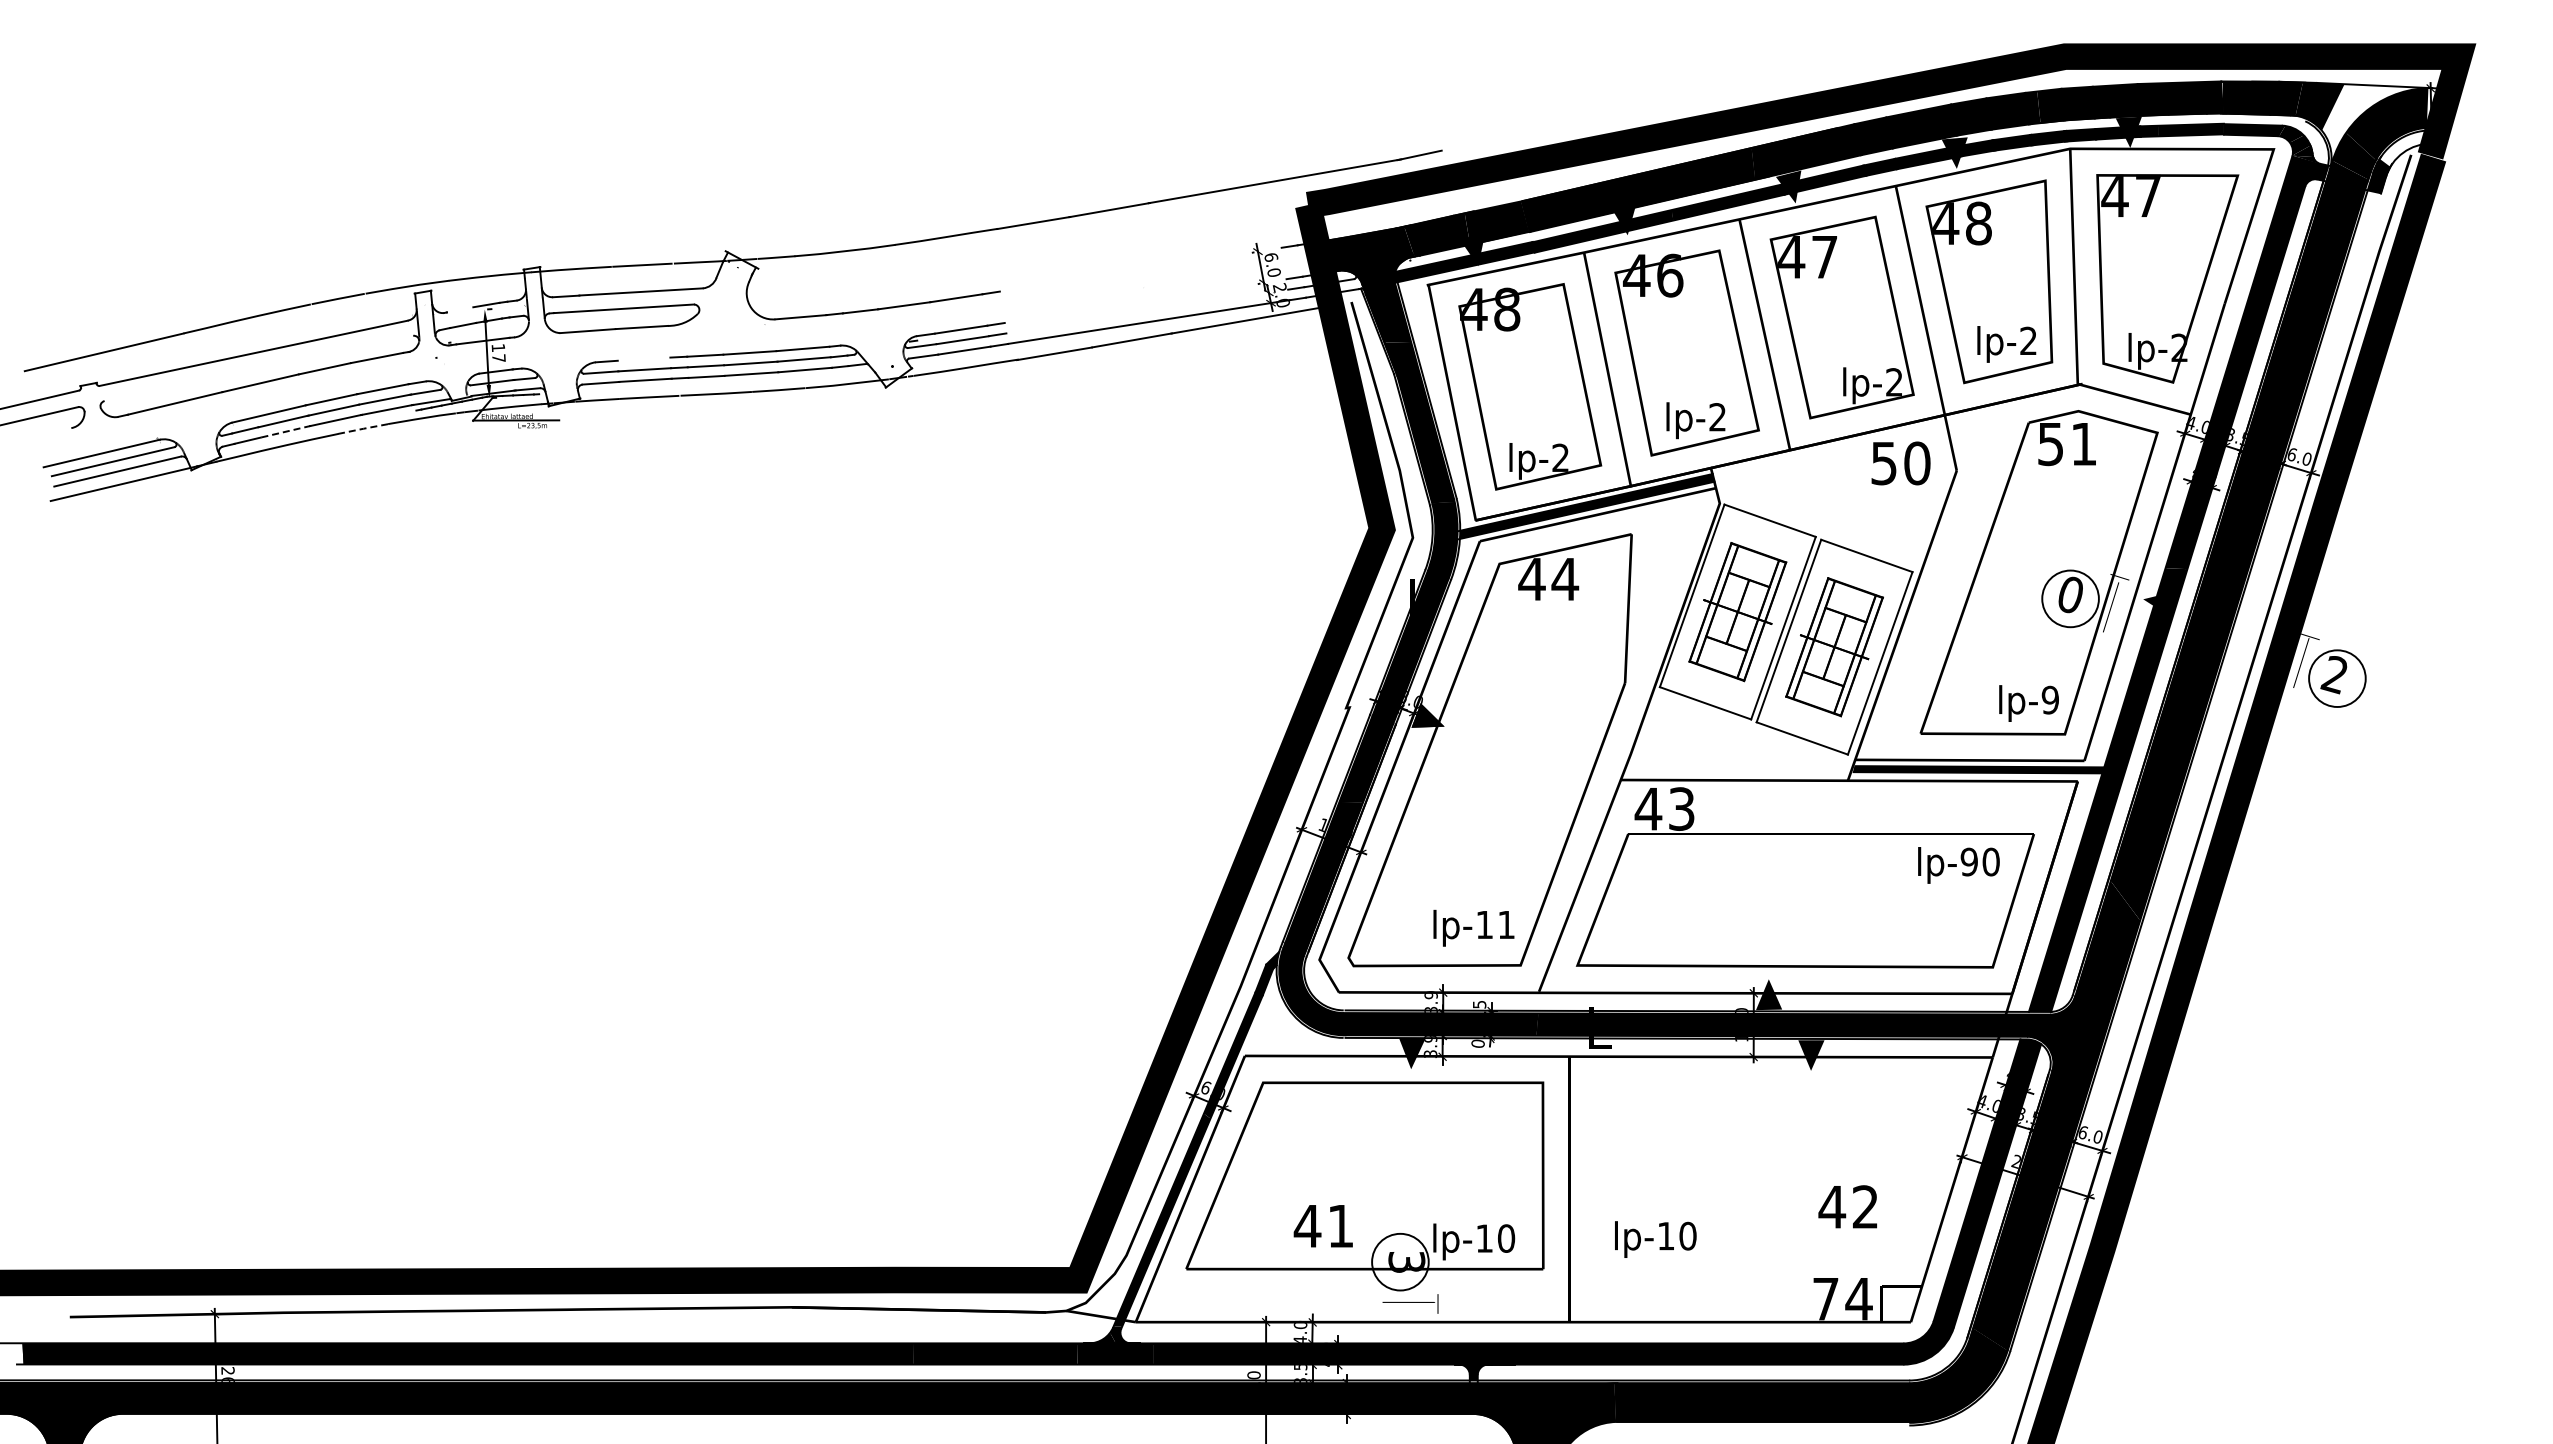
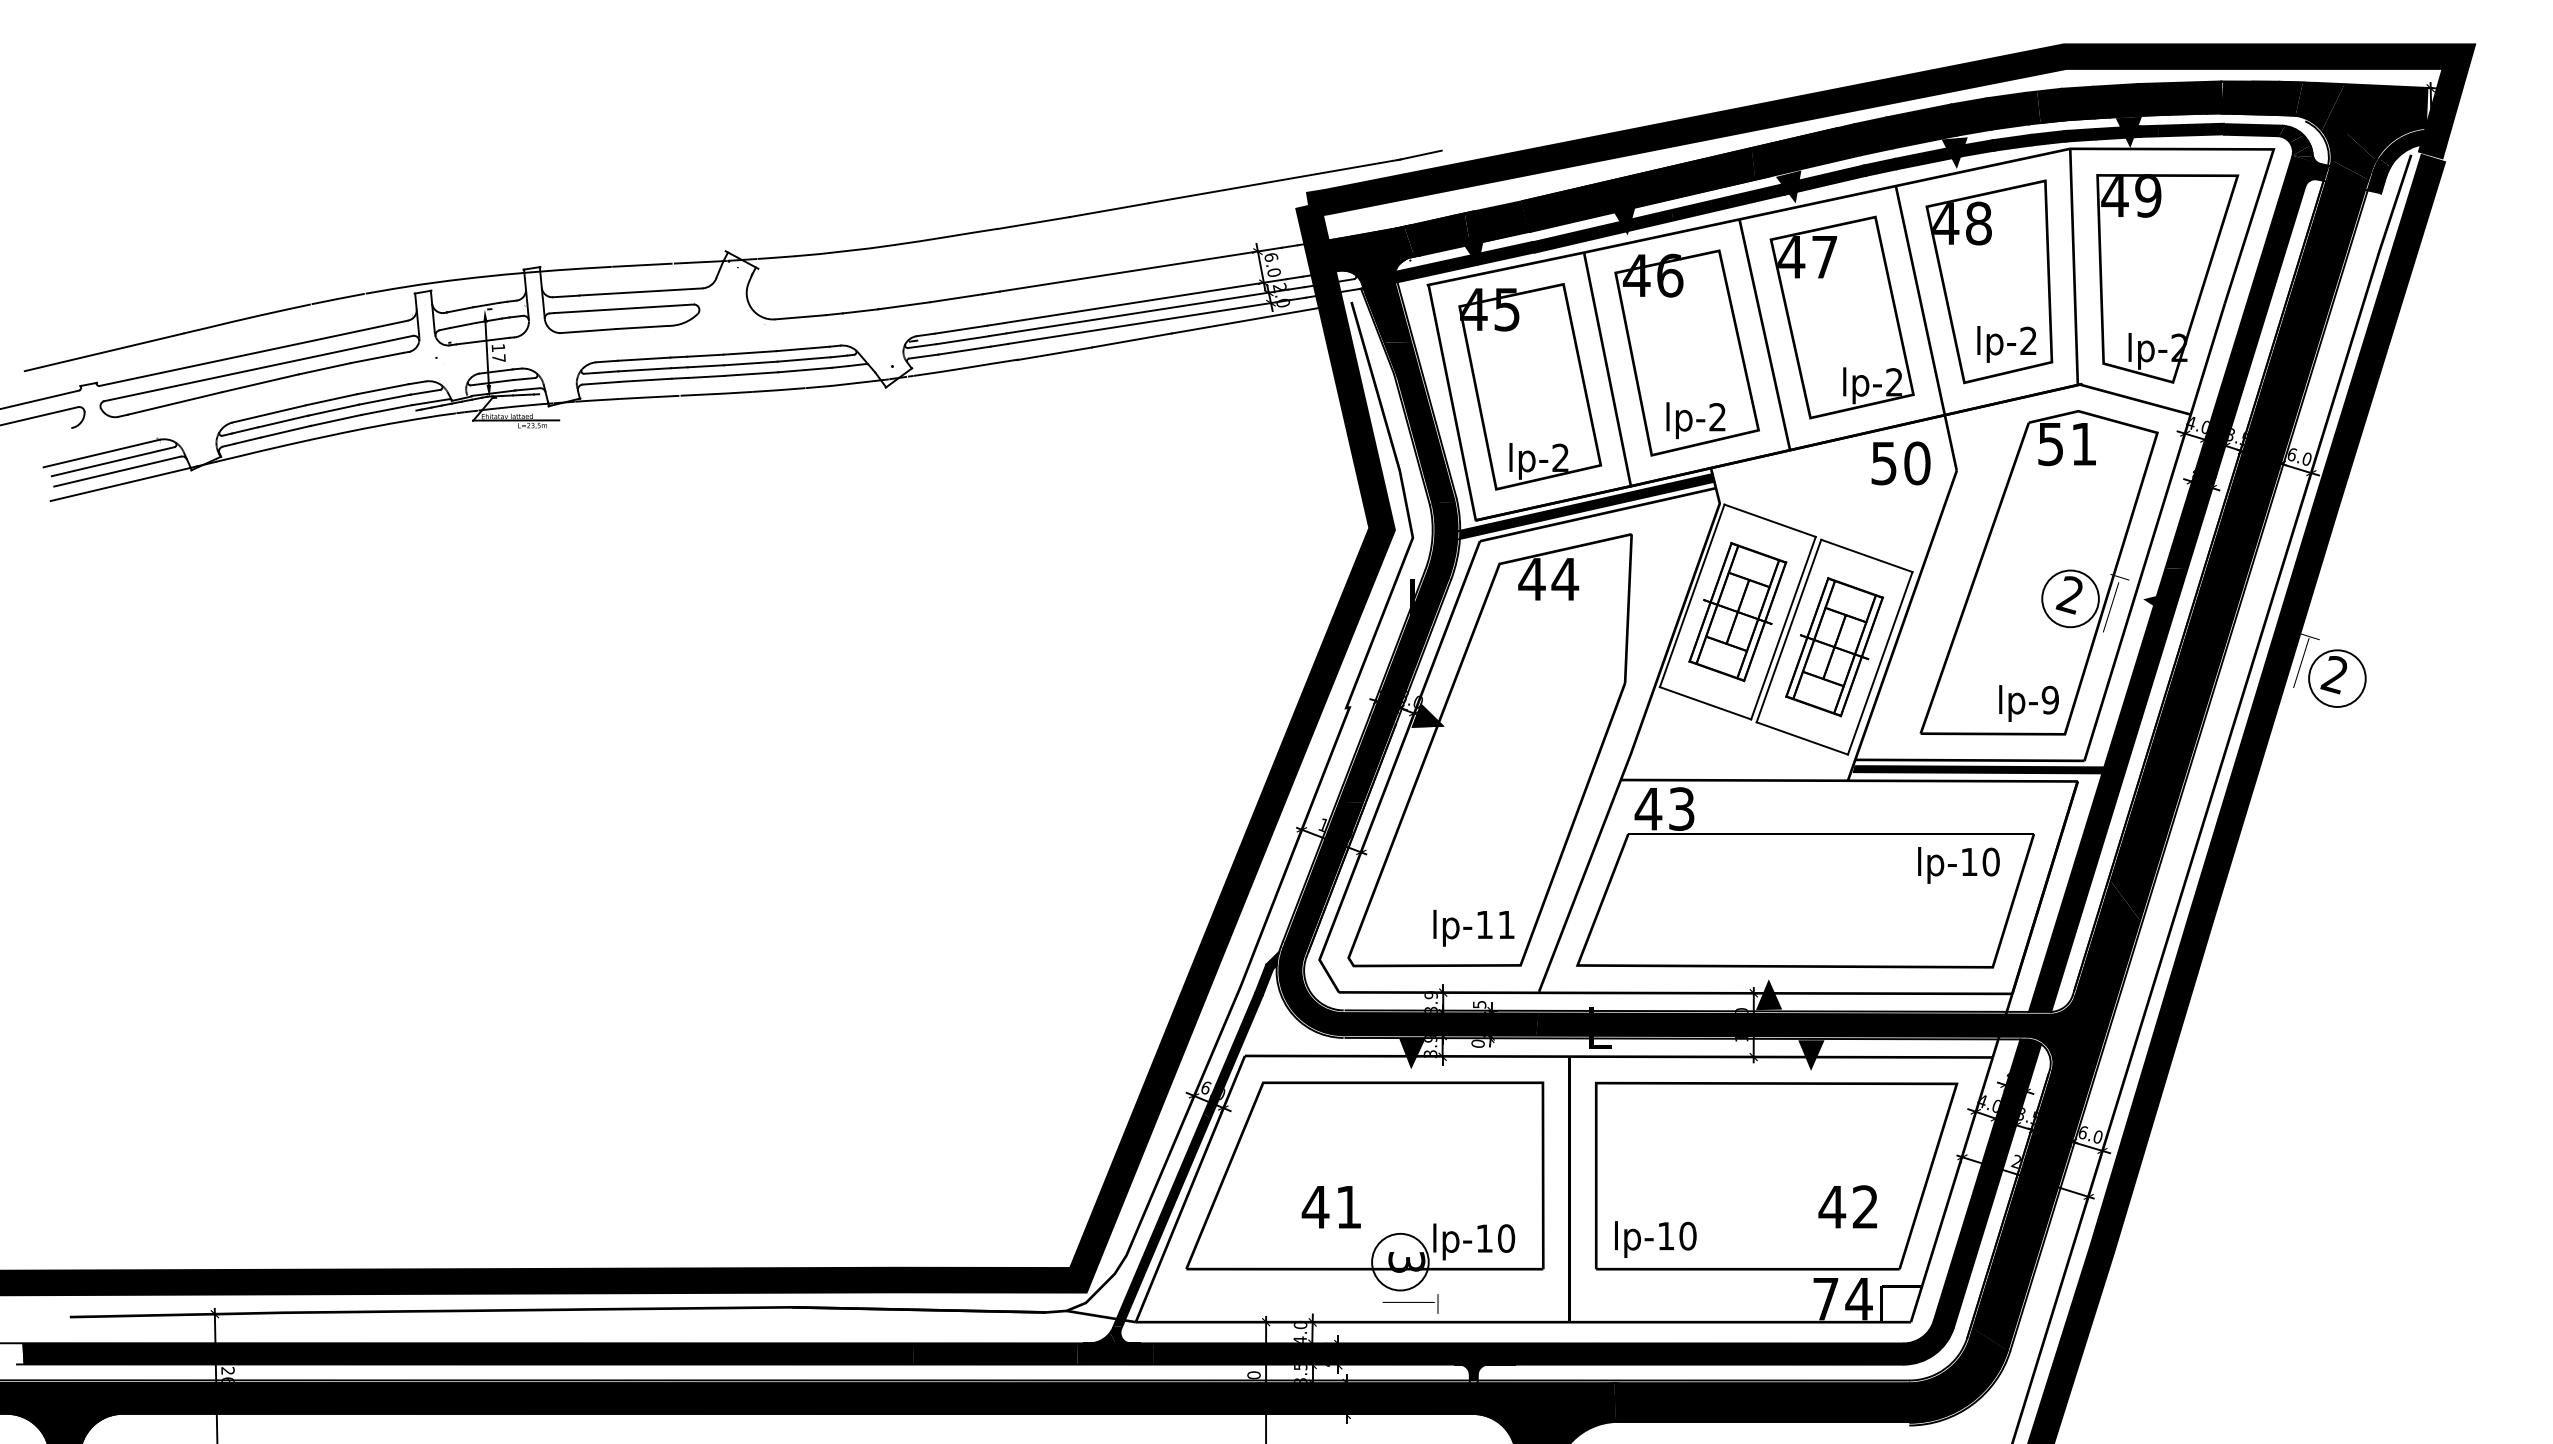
fill at (2374, 122): none -> present
fill at (2405, 148): none -> present
text at (2148, 195): 47 -> 49
line at (1140, 269): none -> present
line at (1145, 300): none -> present
line at (460, 309): none -> present
text at (1507, 309): 48 -> 45
line at (1147, 311): none -> present
line at (643, 358): none -> present
line at (258, 368): none -> present
line at (363, 428): dashed -> solid
line at (285, 431): dashed -> solid
text at (2068, 595): 0 -> 2
text at (1968, 861): lp-90 -> lp-10
part at (1776, 1175): none -> present
text at (1322, 1226) position: (1322, 1226) -> (1330, 1207)
